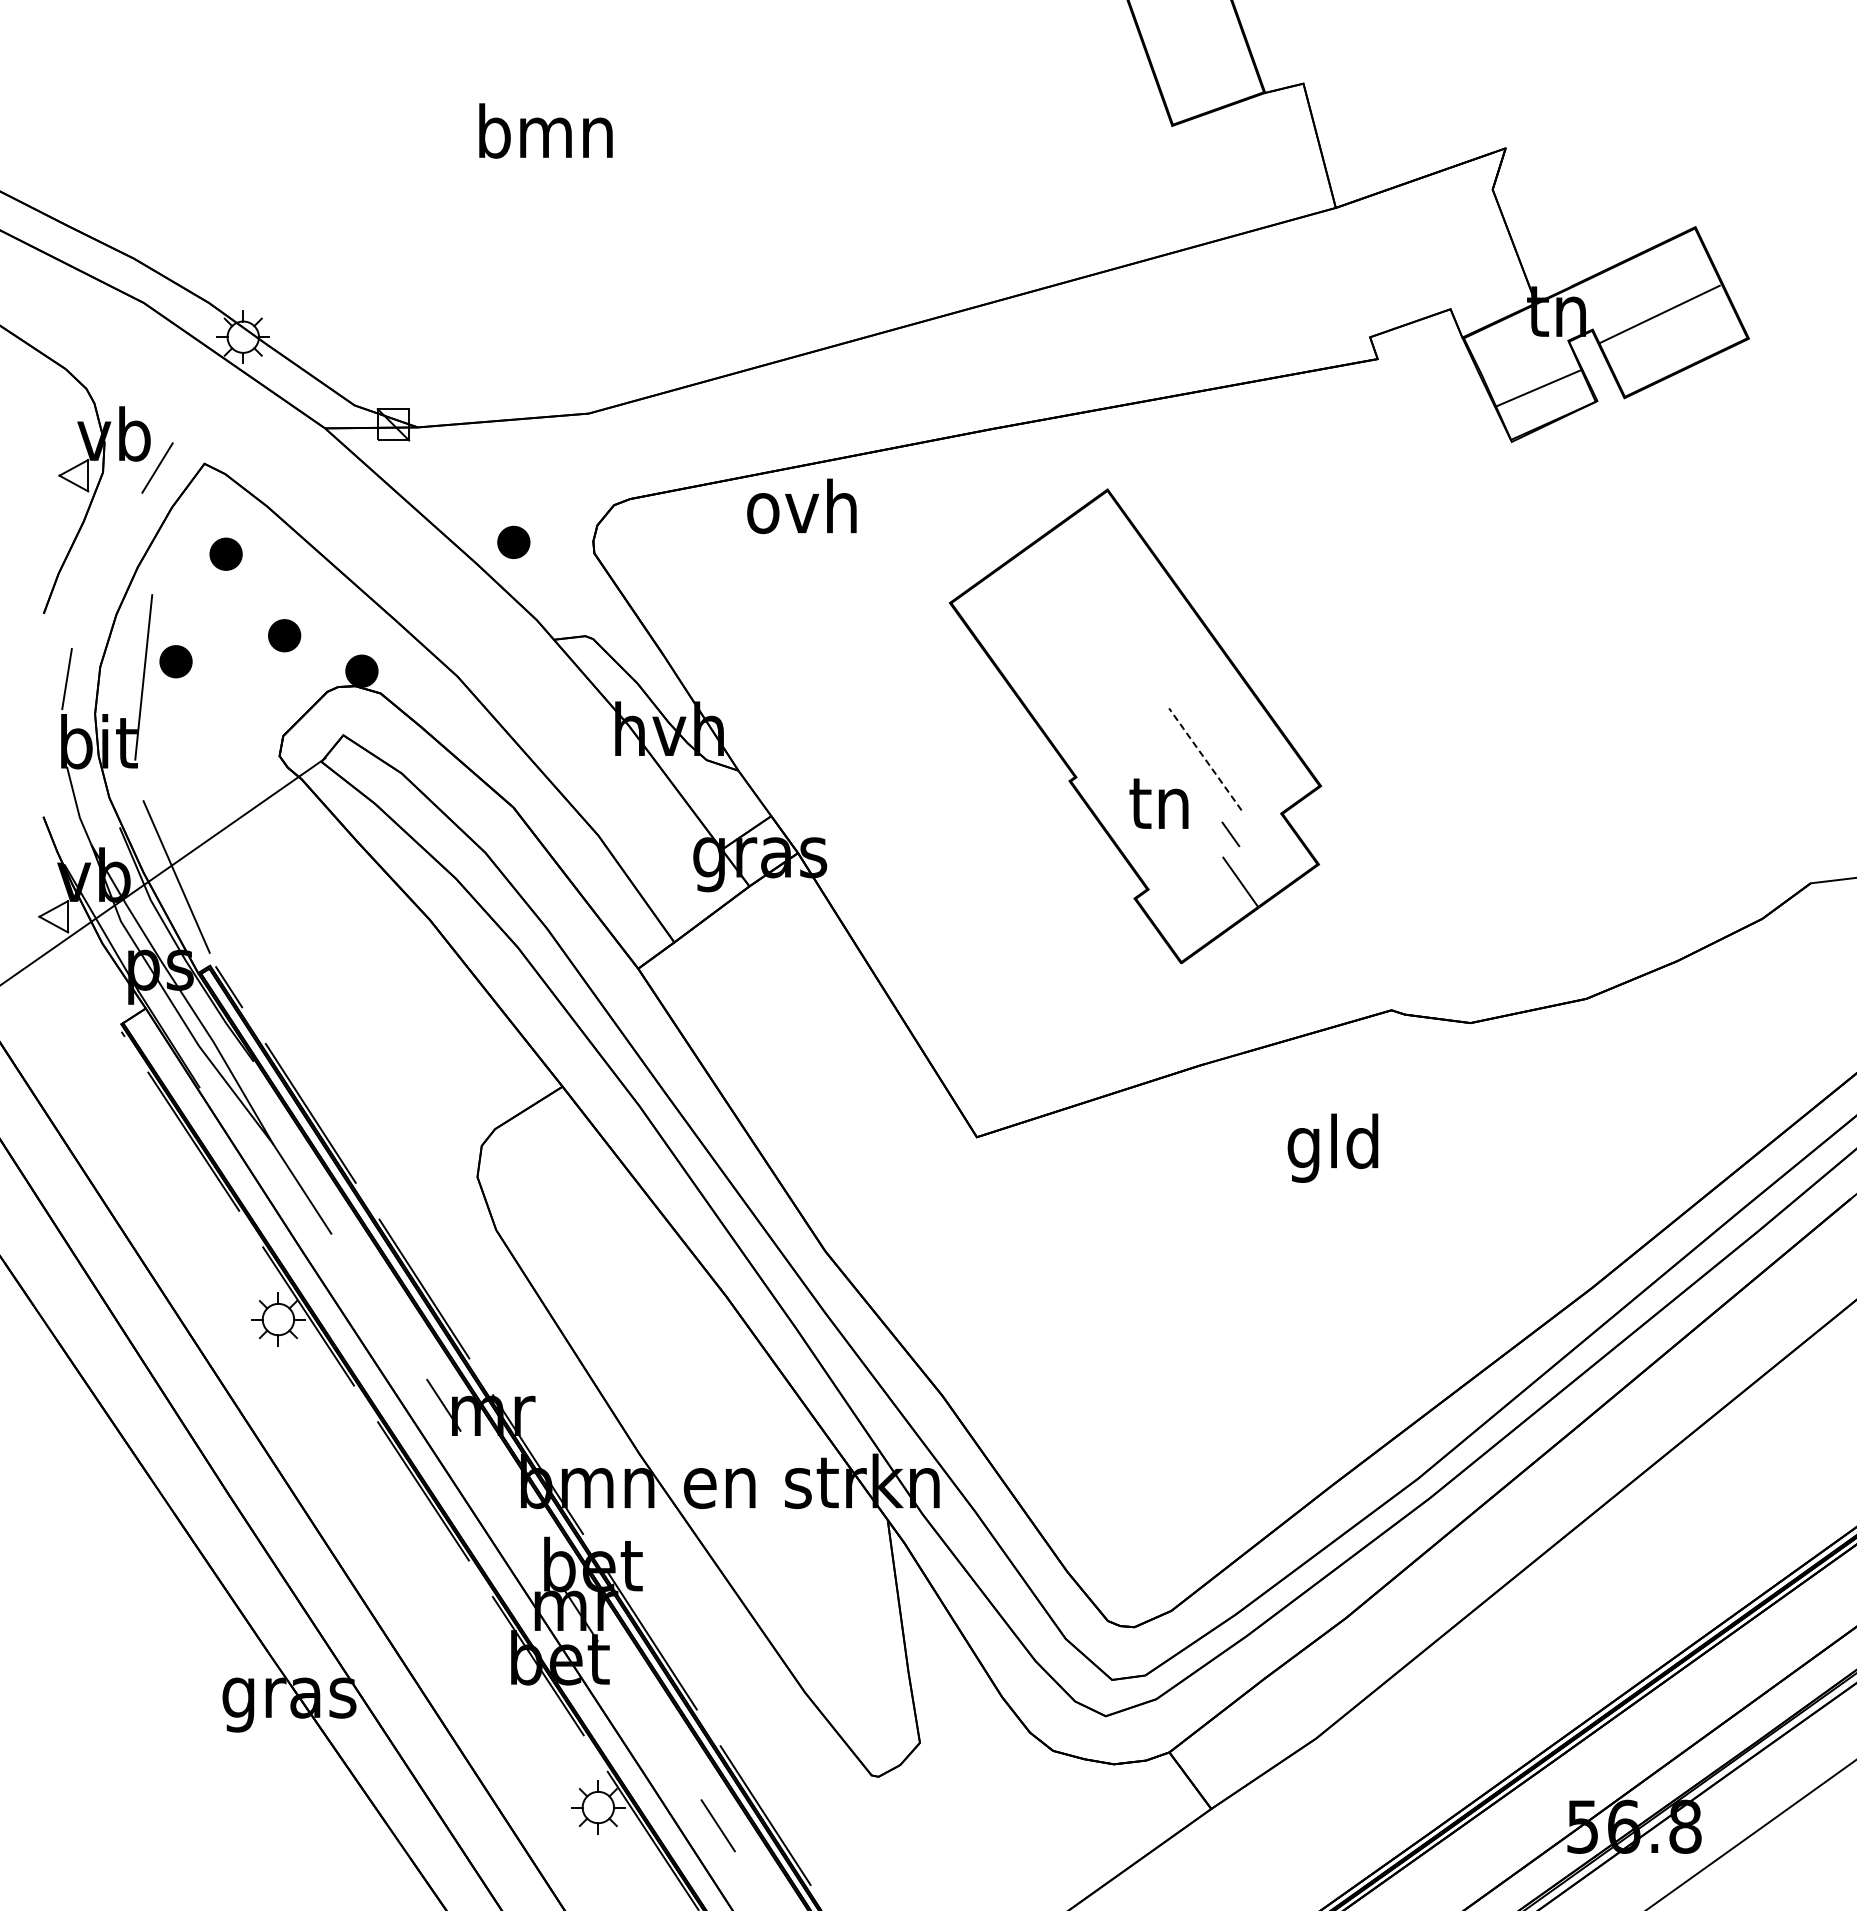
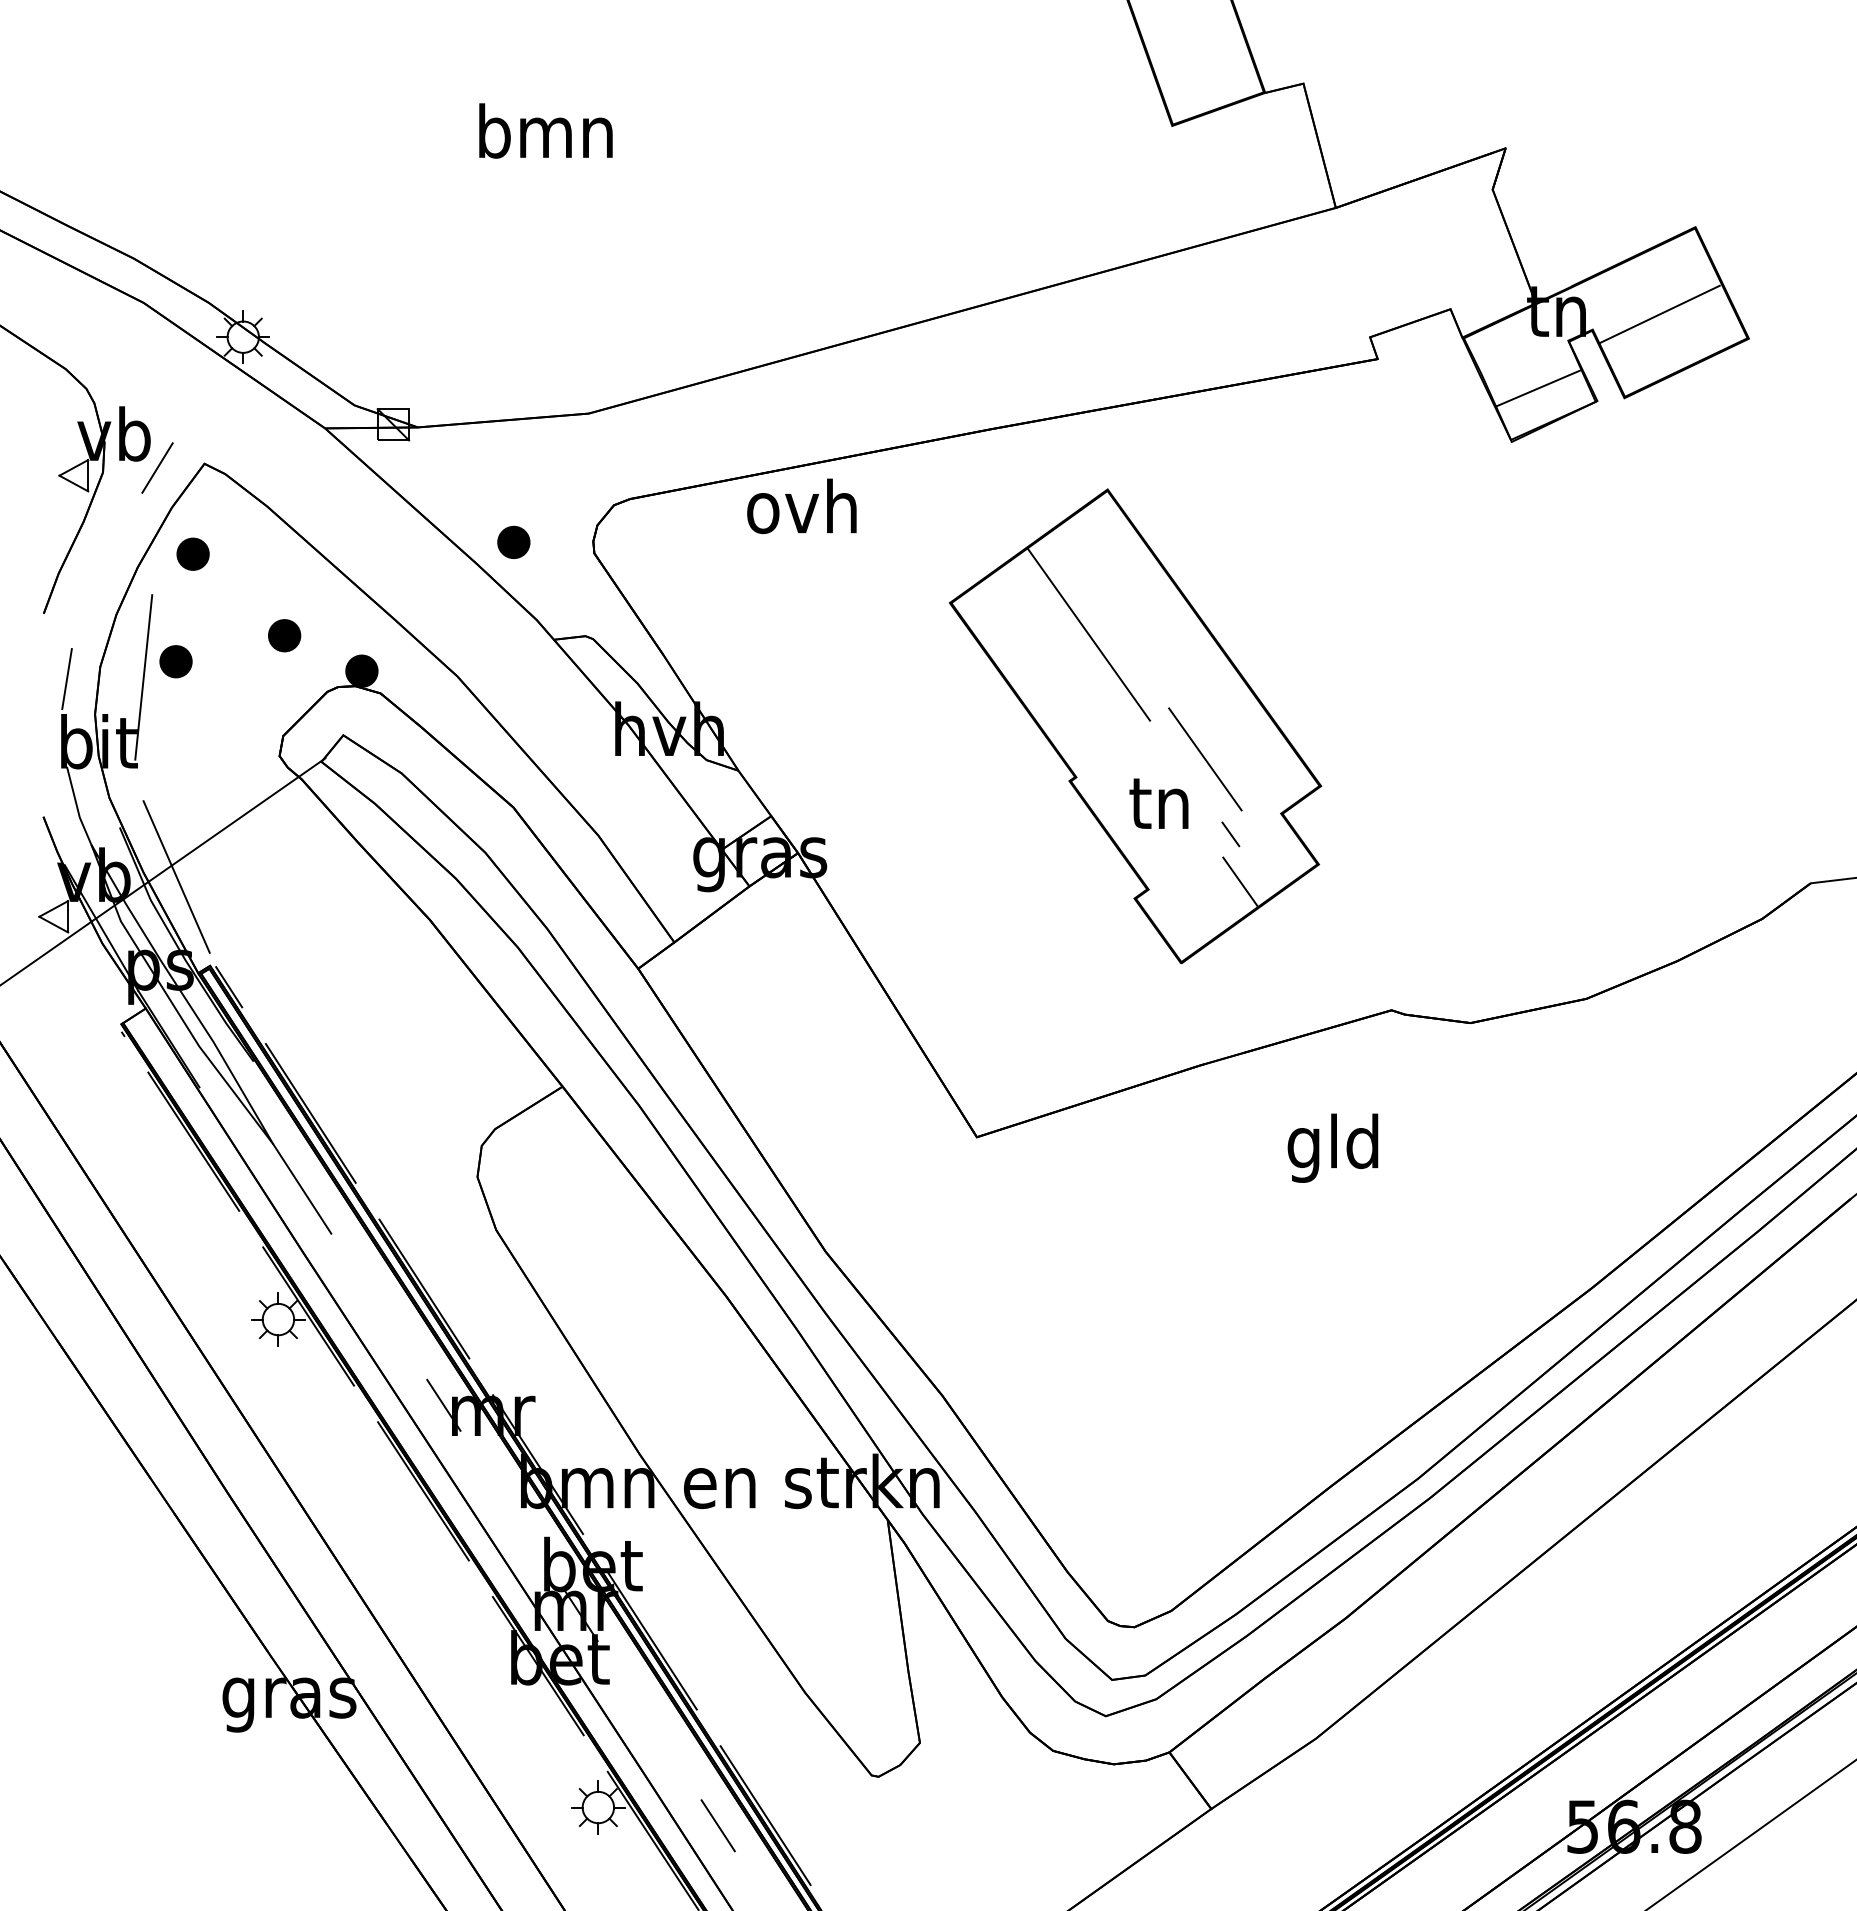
part at (225, 553) position: (225, 553) -> (192, 553)
line at (1089, 634): none -> present
line at (1205, 759): dashed -> solid
